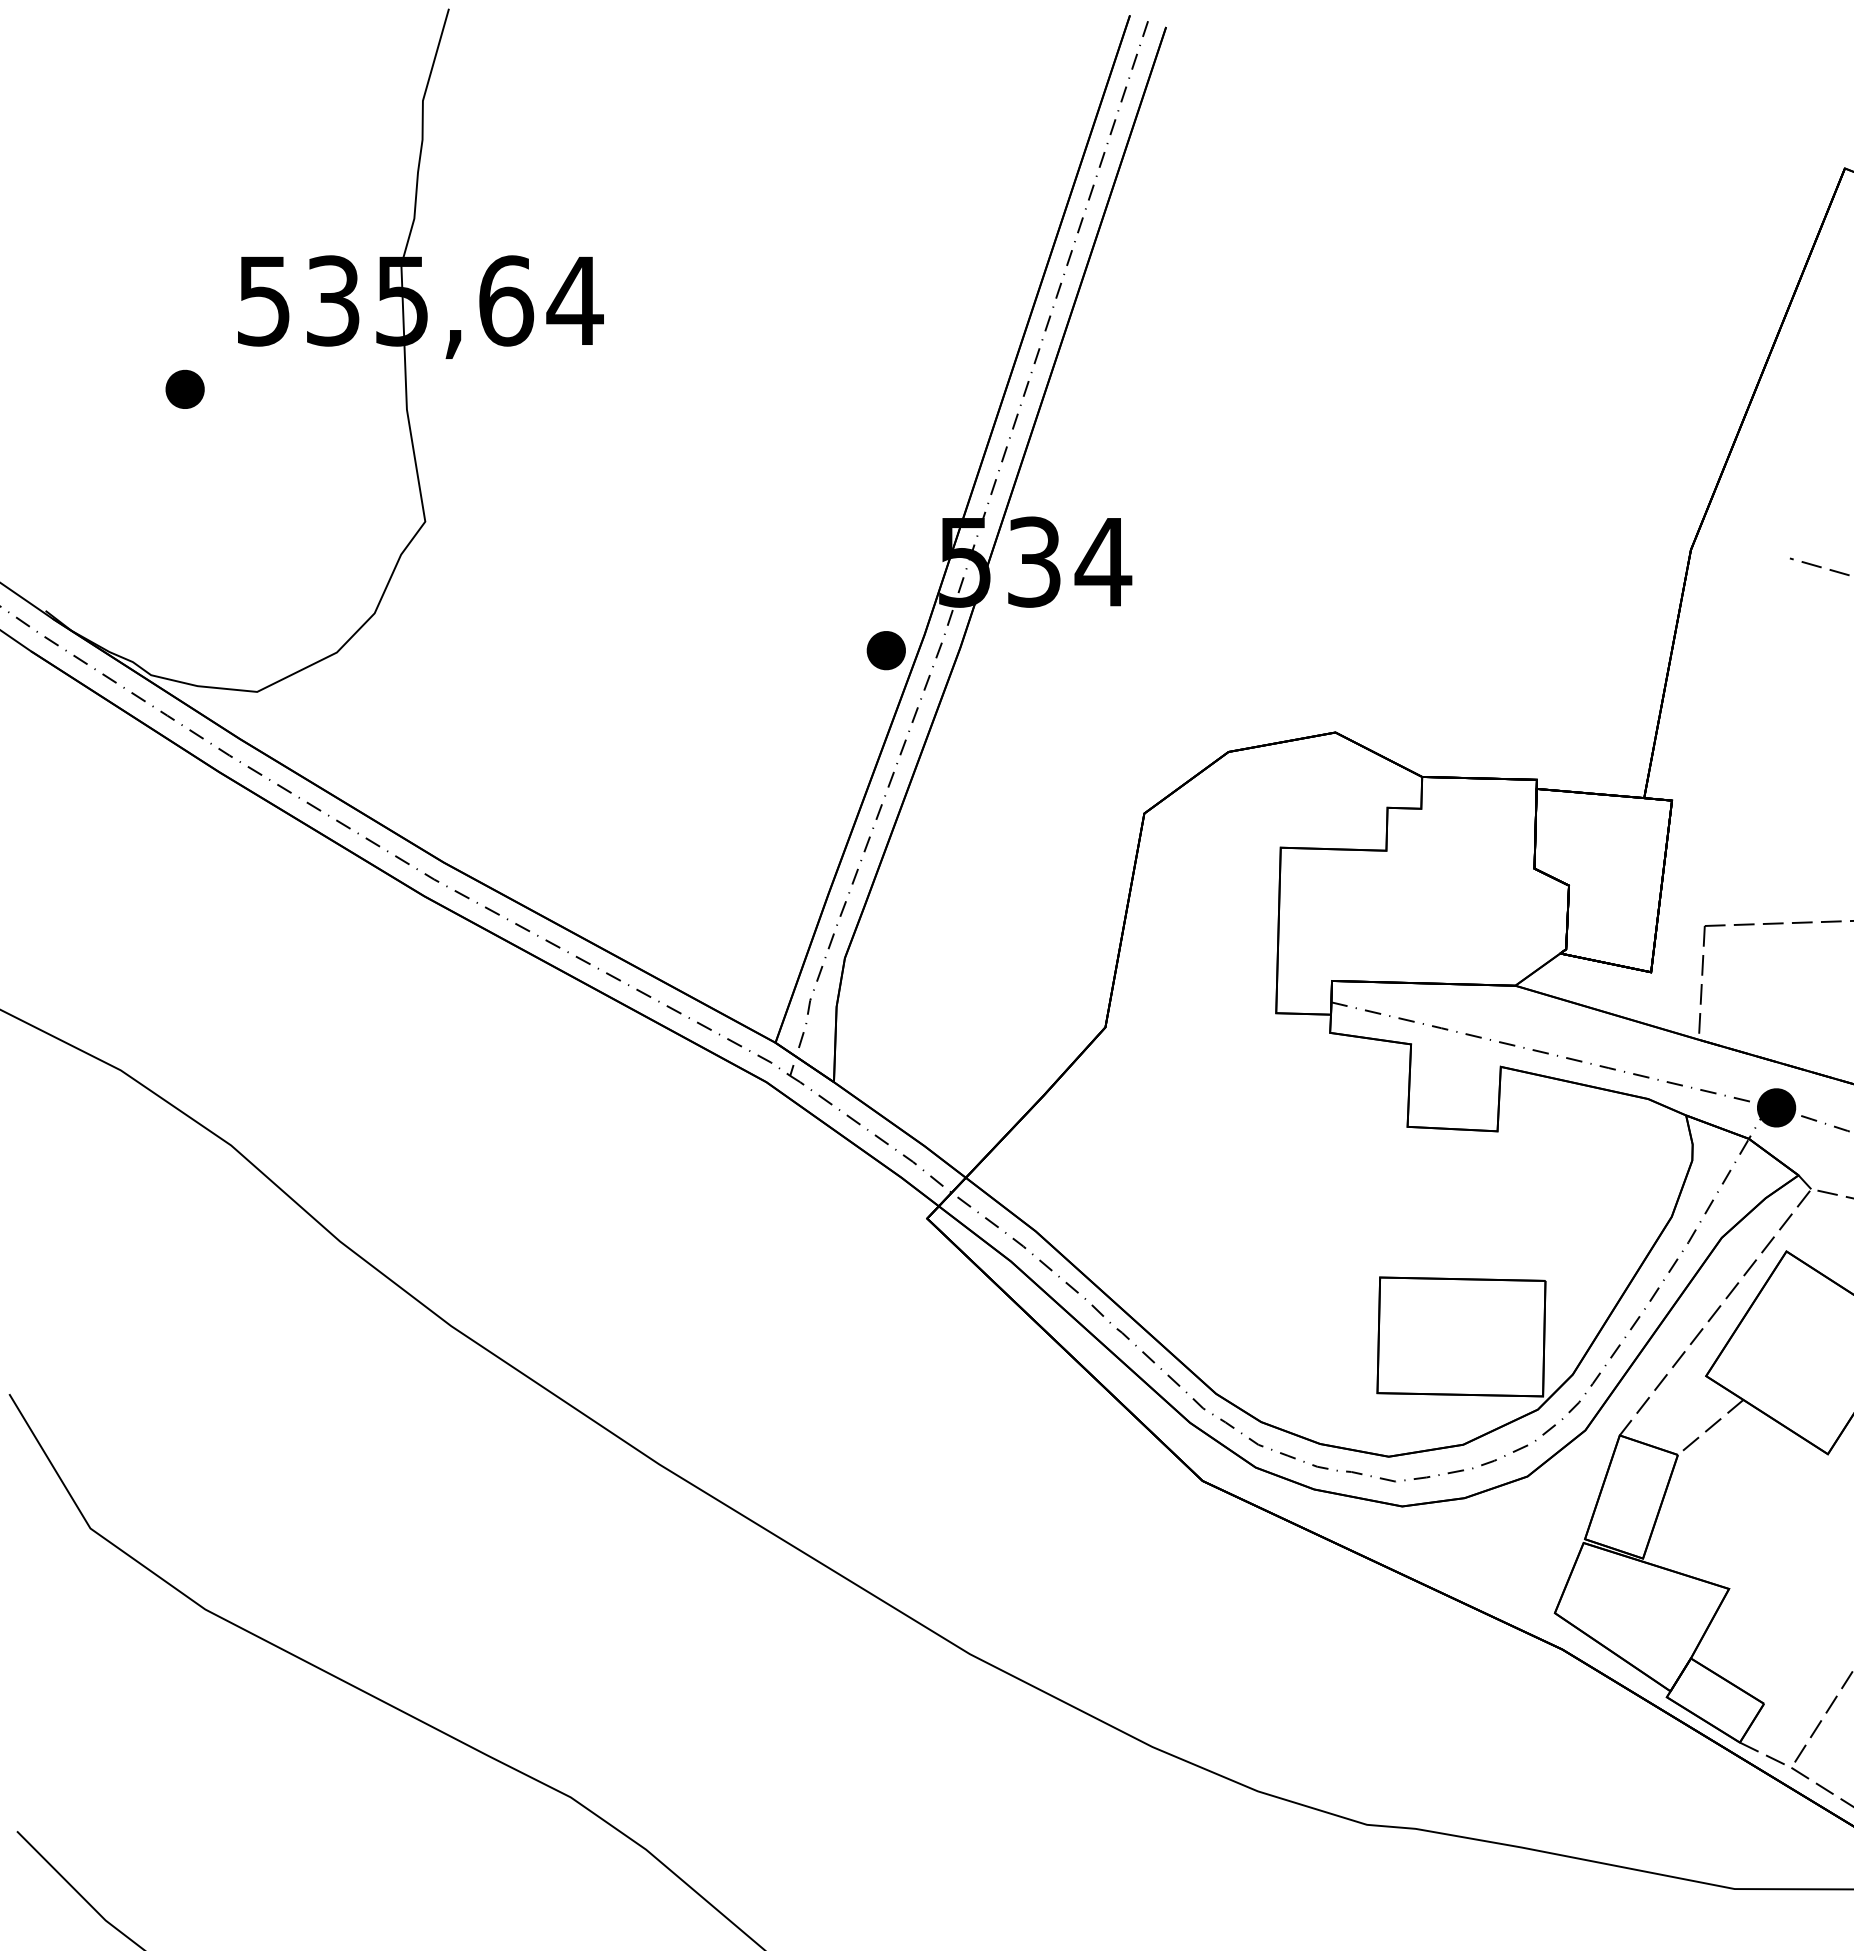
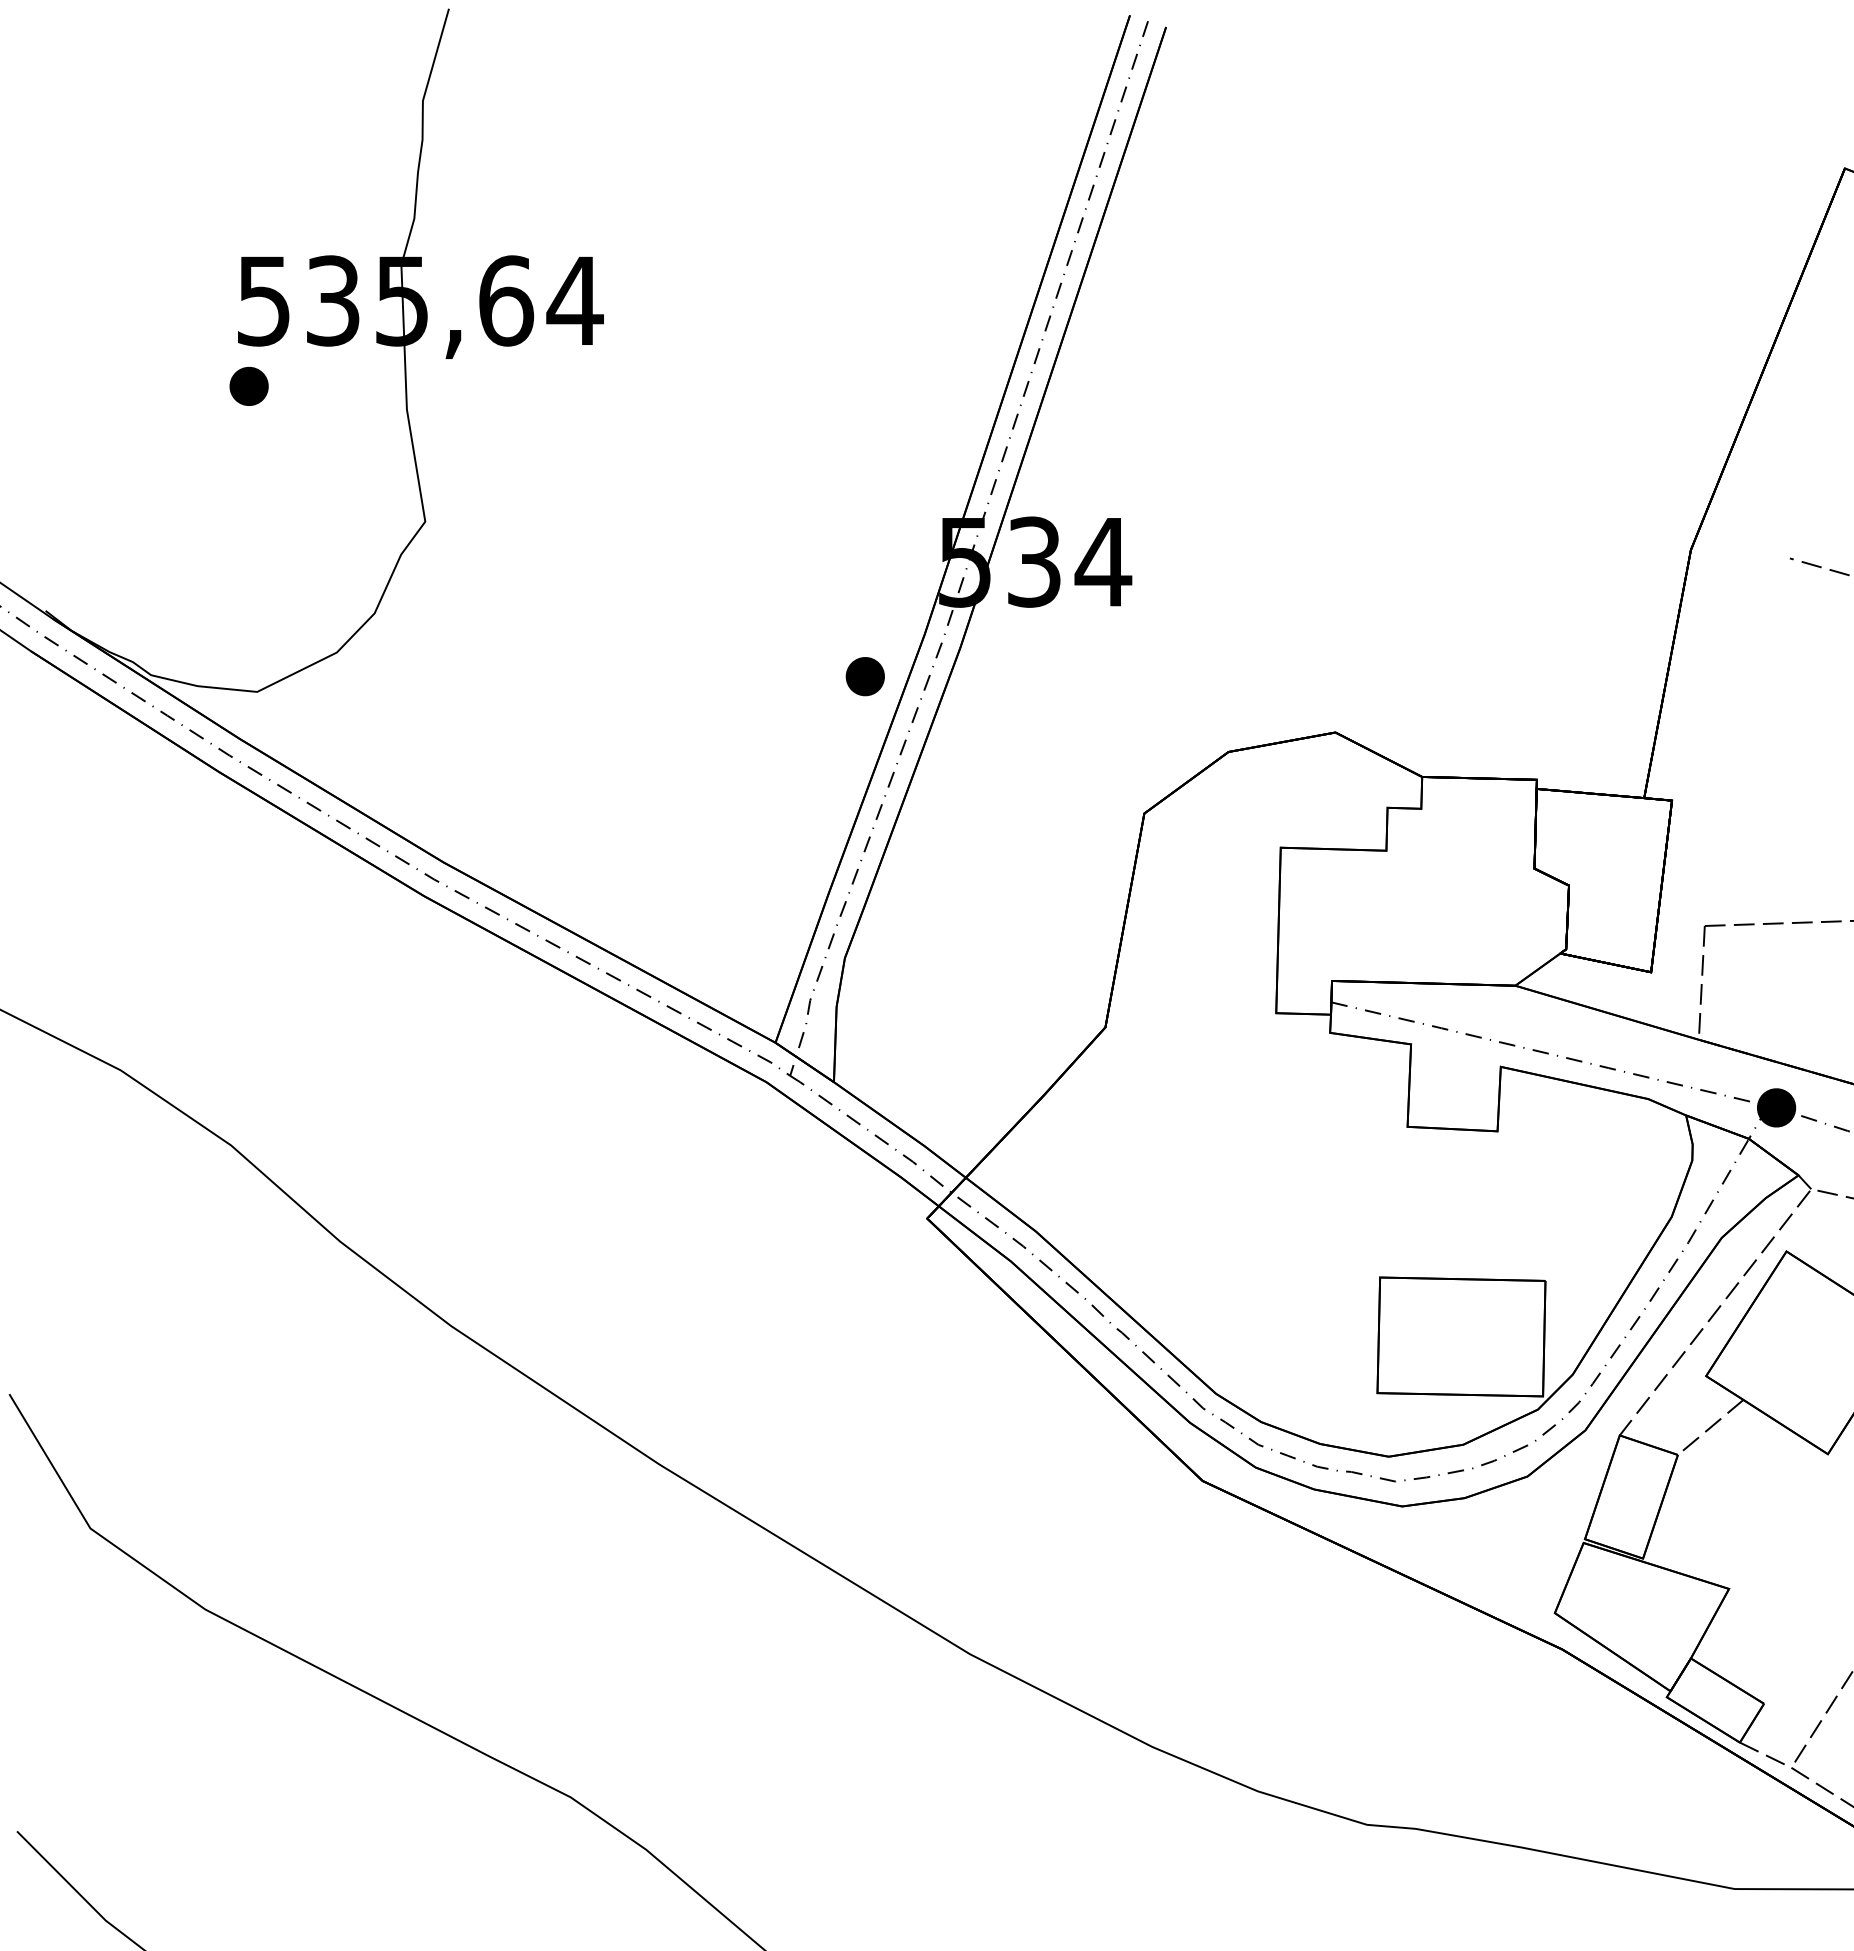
part at (184, 388) position: (184, 388) -> (248, 385)
part at (885, 650) position: (885, 650) -> (864, 676)
